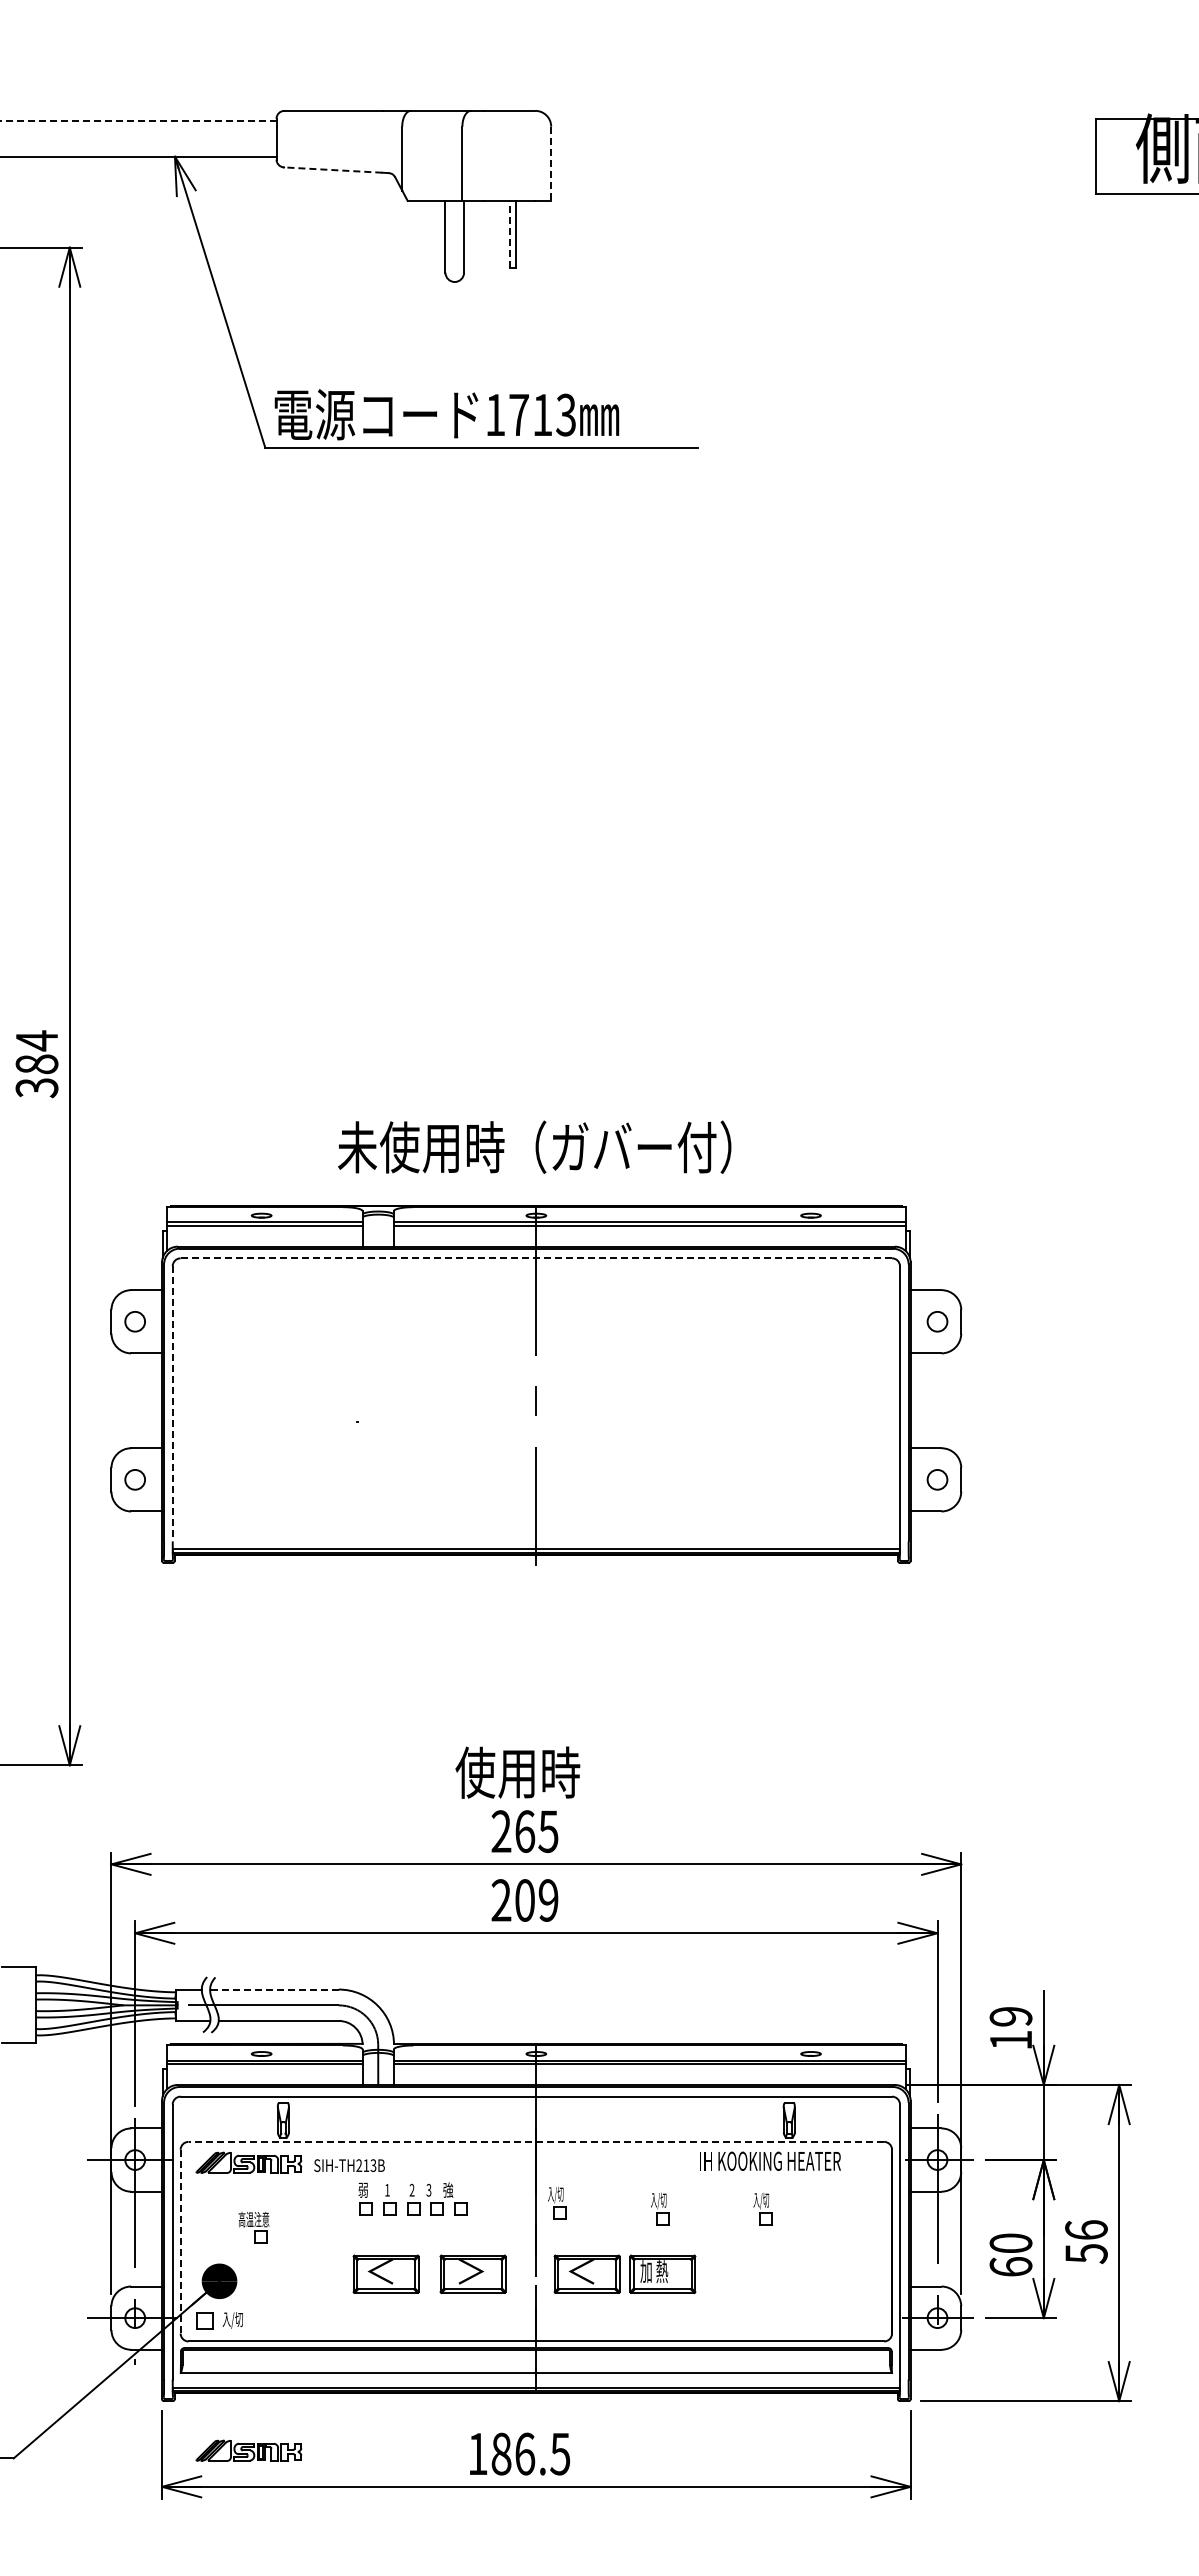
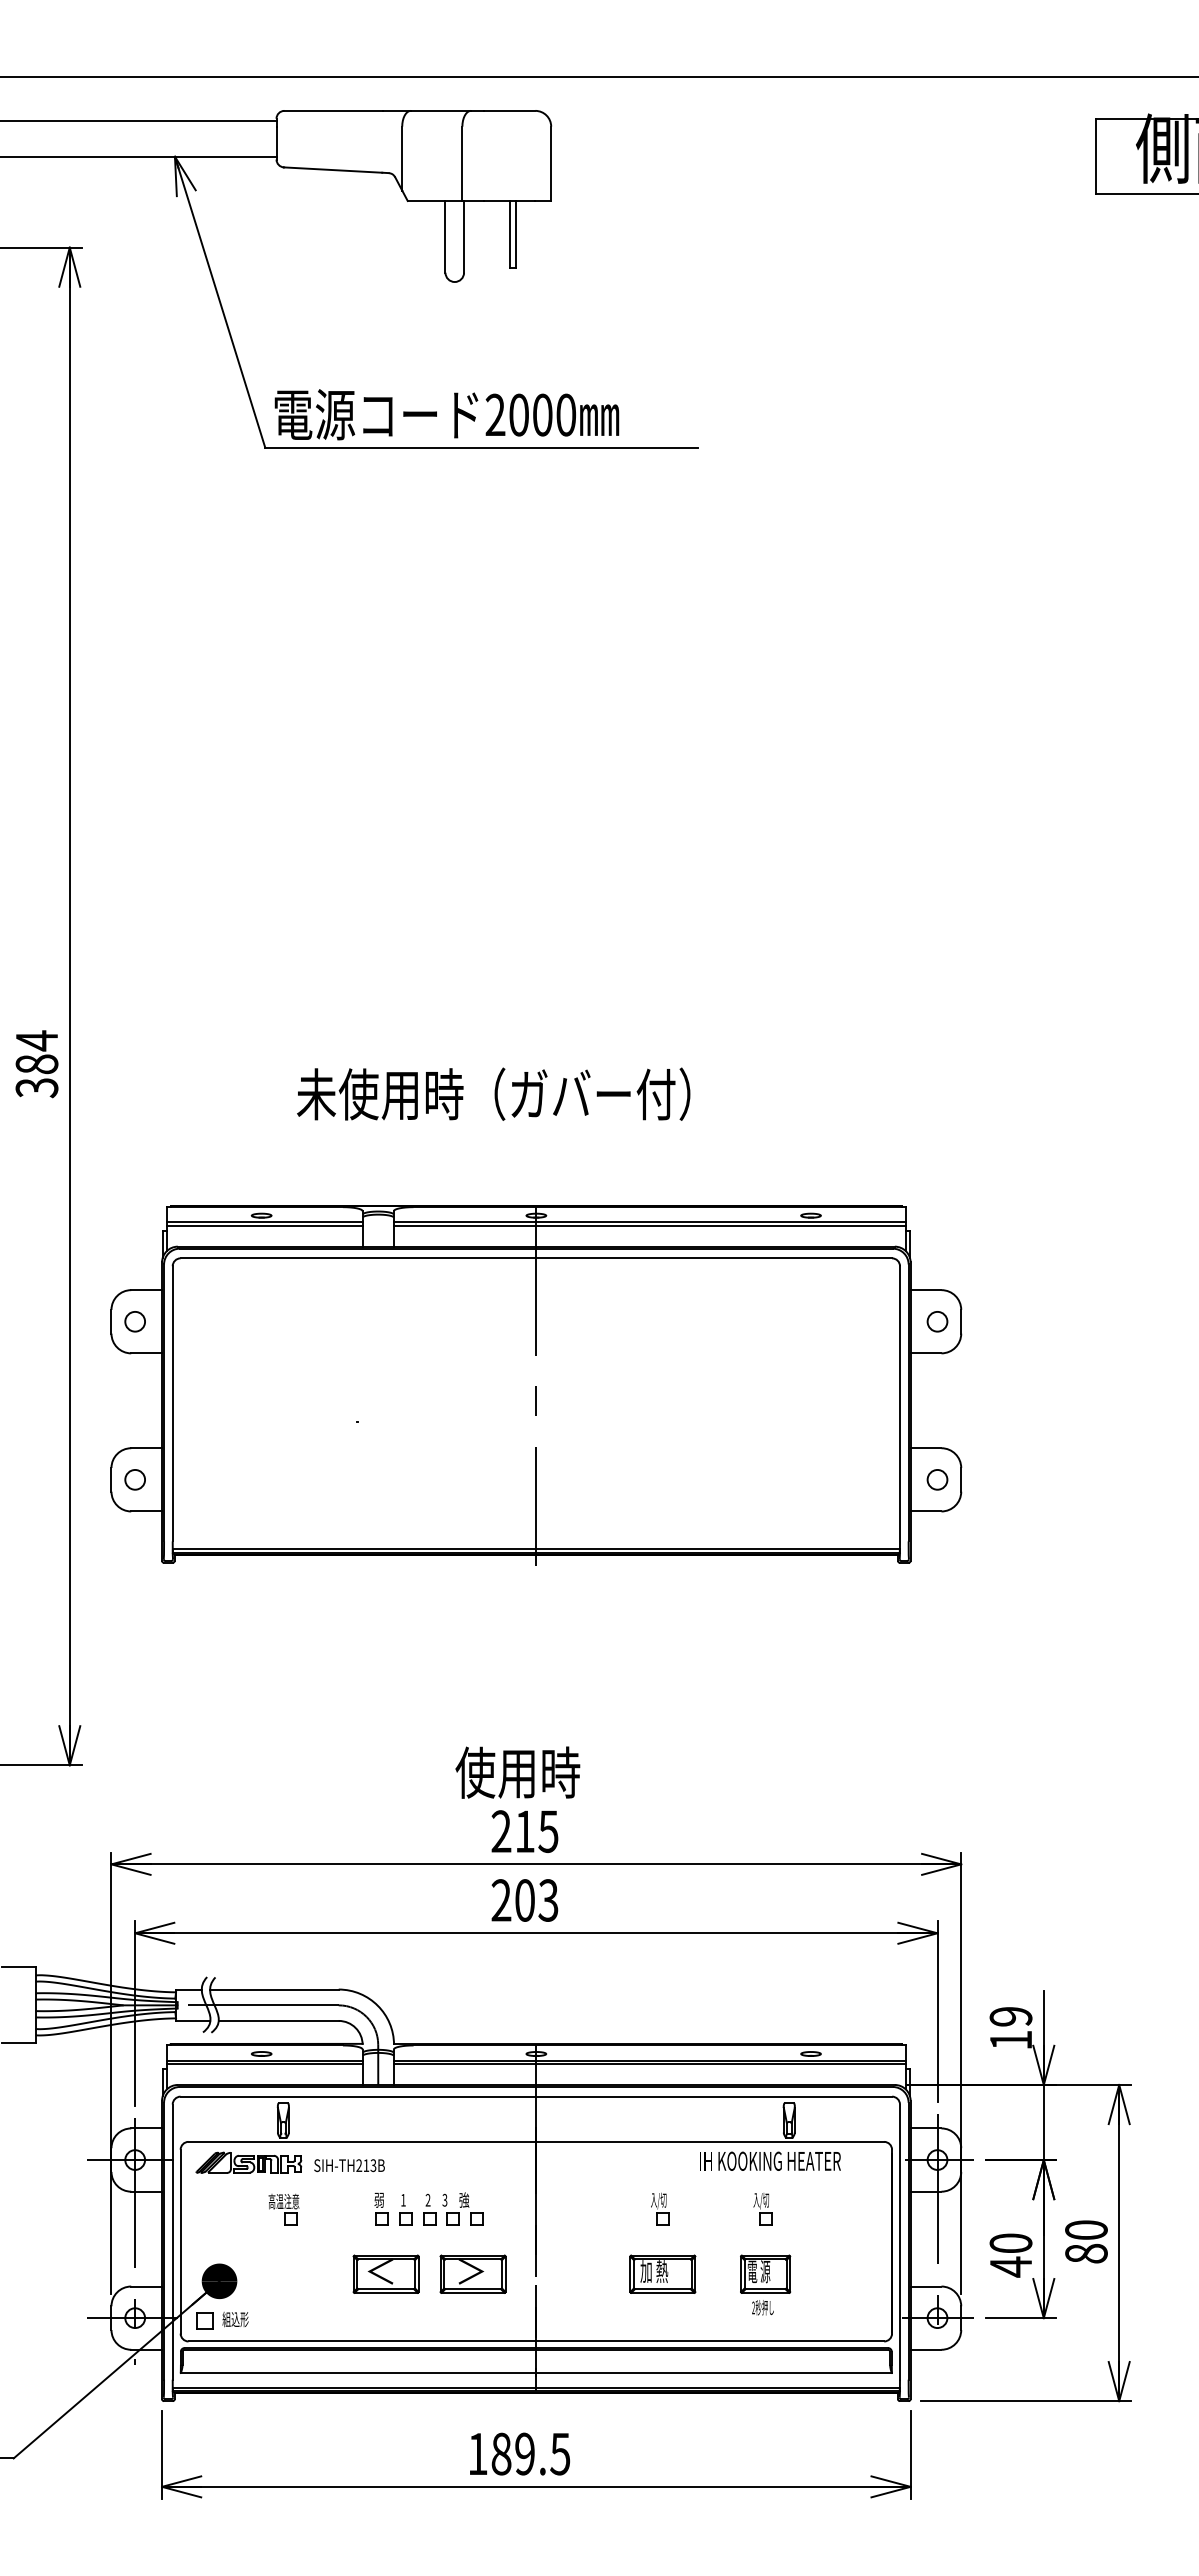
line at (598, 77): none -> present
line at (138, 121): dashed -> solid
line at (551, 164): dashed -> solid
line at (332, 170): dashed -> solid
line at (510, 234): dashed -> solid
text at (530, 414): 1713 -> 2000
text at (534, 1146) position: (534, 1146) -> (493, 1093)
line at (536, 1258): dashed -> solid
line at (172, 1403): dashed -> solid
text at (525, 1831): 265 -> 215
text at (548, 1900): 209 -> 203
line at (273, 1989): dashed -> solid
line at (536, 2141): dashed -> solid
part at (412, 2198) position: (412, 2198) -> (428, 2208)
part at (557, 2202): present -> none
part at (253, 2227) position: (253, 2227) -> (283, 2209)
line at (180, 2241): dashed -> solid
text at (1086, 2242): 56 -> 80
text at (1010, 2266): 60 -> 40
part at (586, 2273): present -> none
part at (765, 2284): none -> present
text at (235, 2319): 入/切 -> 組込形
part at (248, 2450): present -> none
text at (525, 2453): 186.5 -> 189.5
